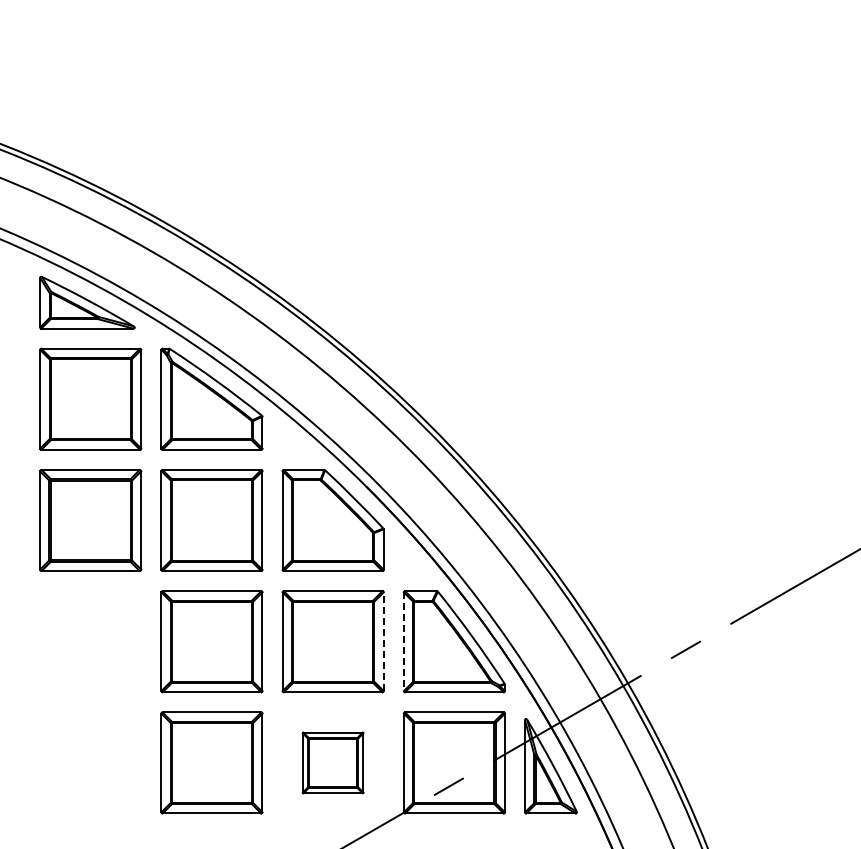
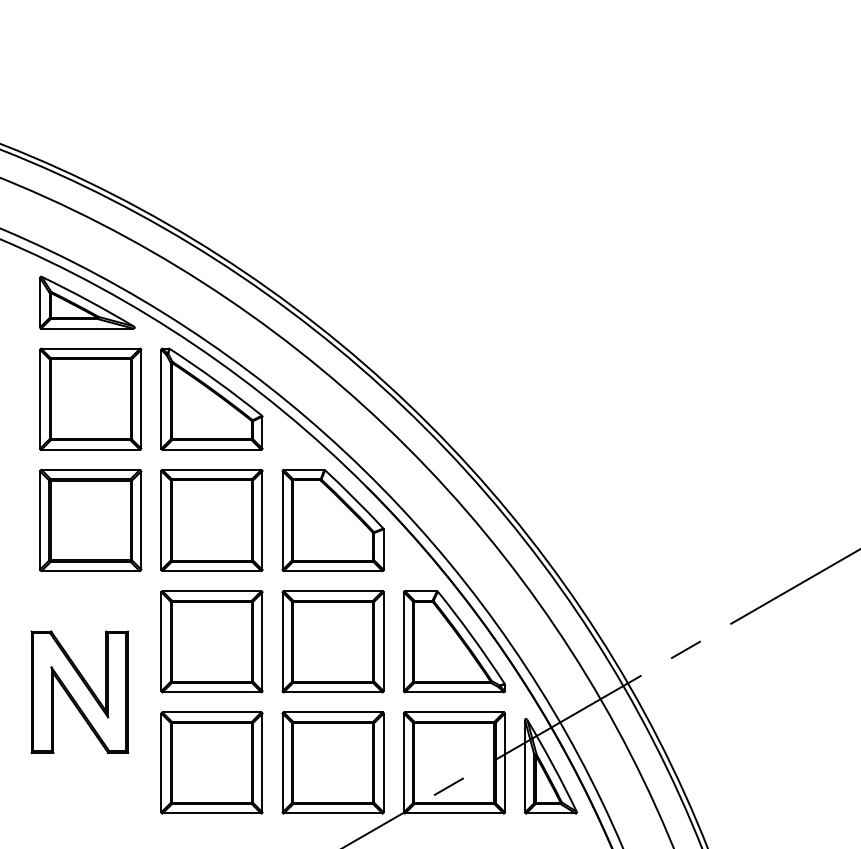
line at (383, 641): dashed -> solid
line at (403, 642): dashed -> solid
part at (79, 691): none -> present
part at (332, 762) size: 64x64 px -> 104x104 px
